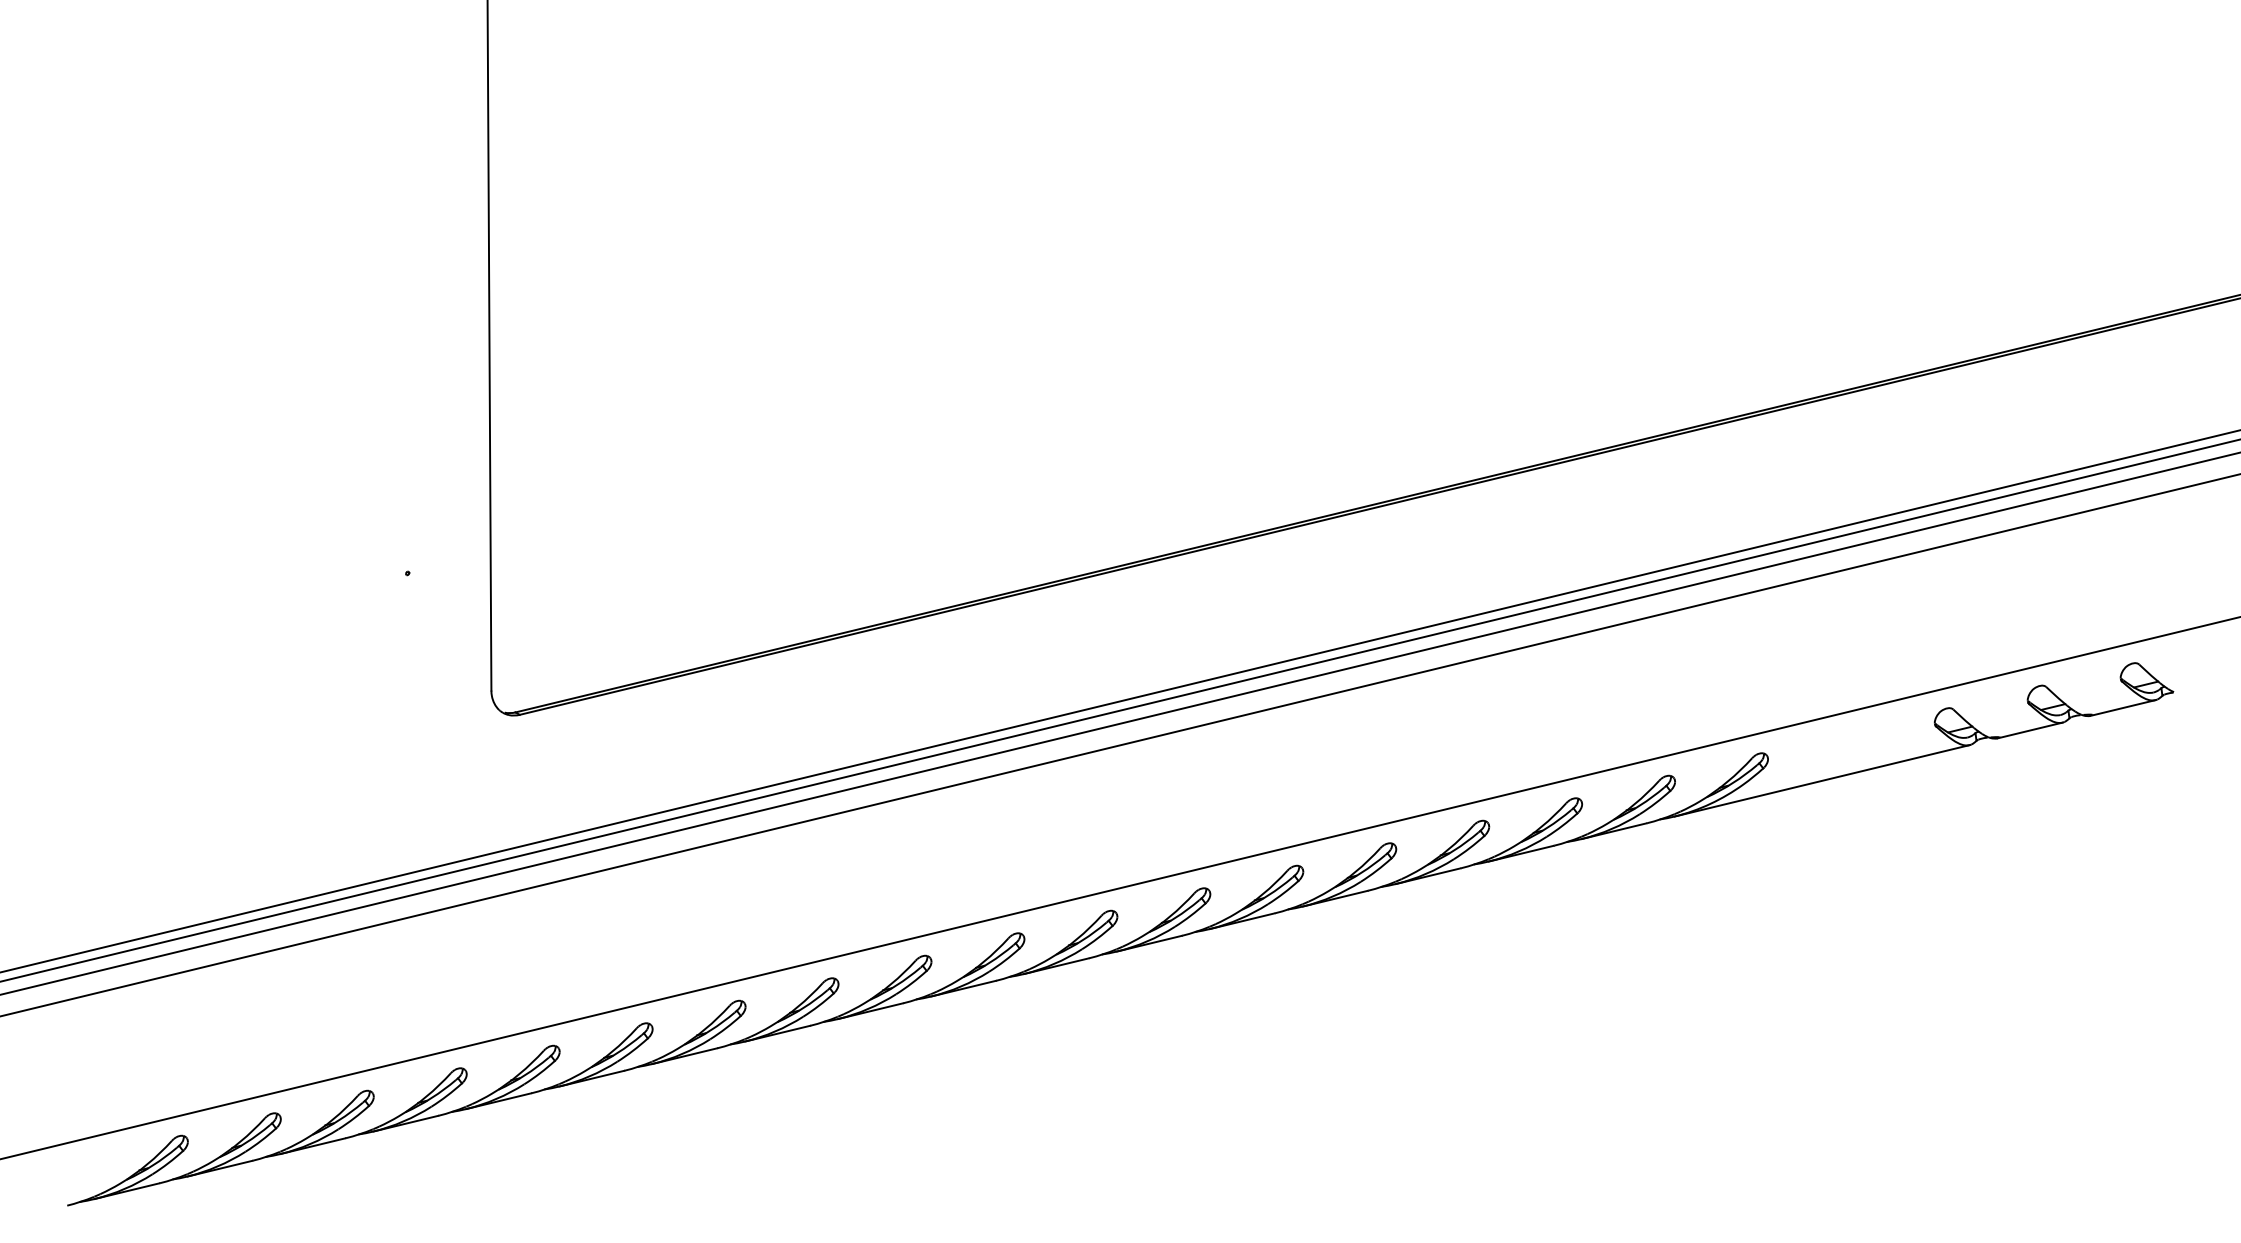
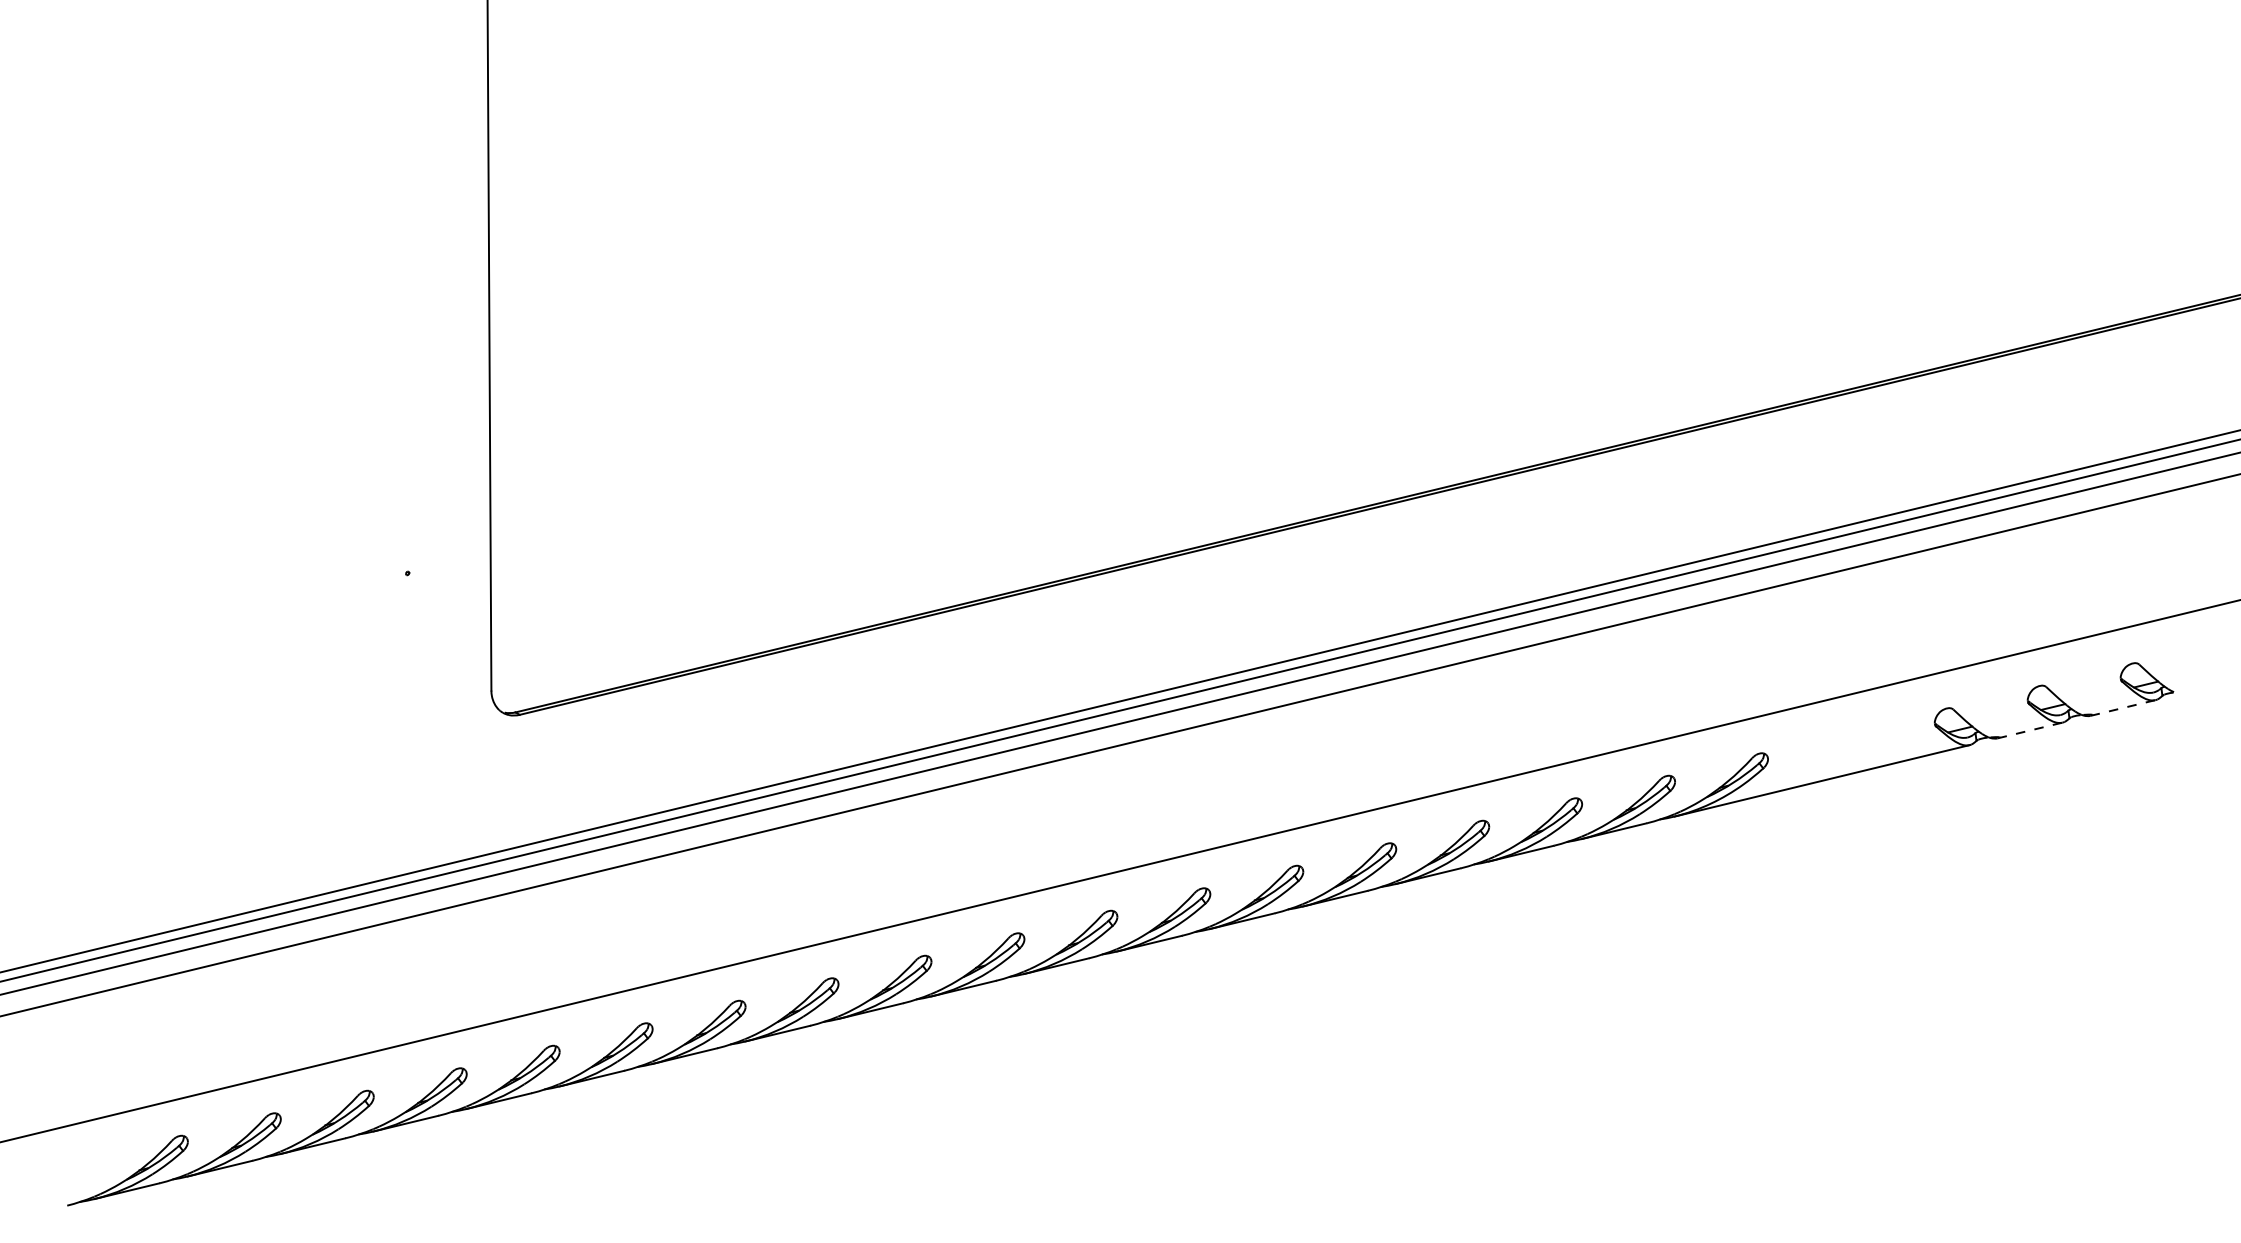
line at (2123, 707): solid -> dashed
line at (2030, 730): solid -> dashed
line at (1119, 887) position: (1119, 887) -> (1119, 870)
